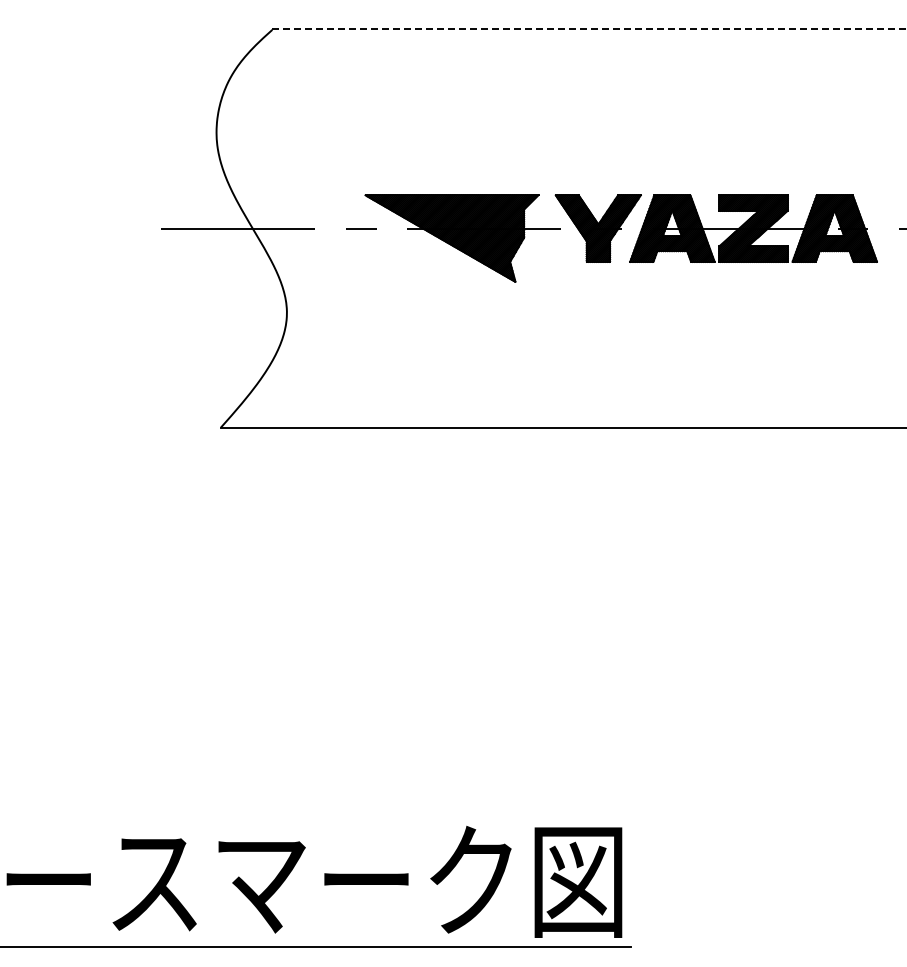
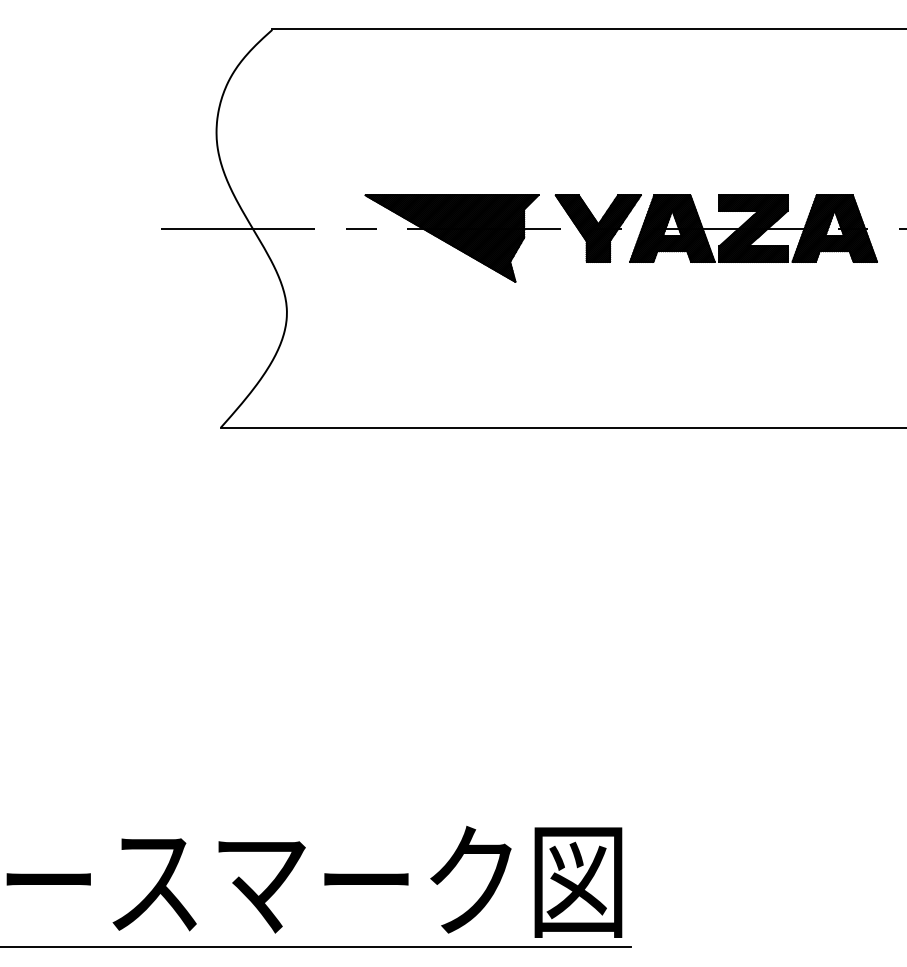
line at (589, 29): dashed -> solid
